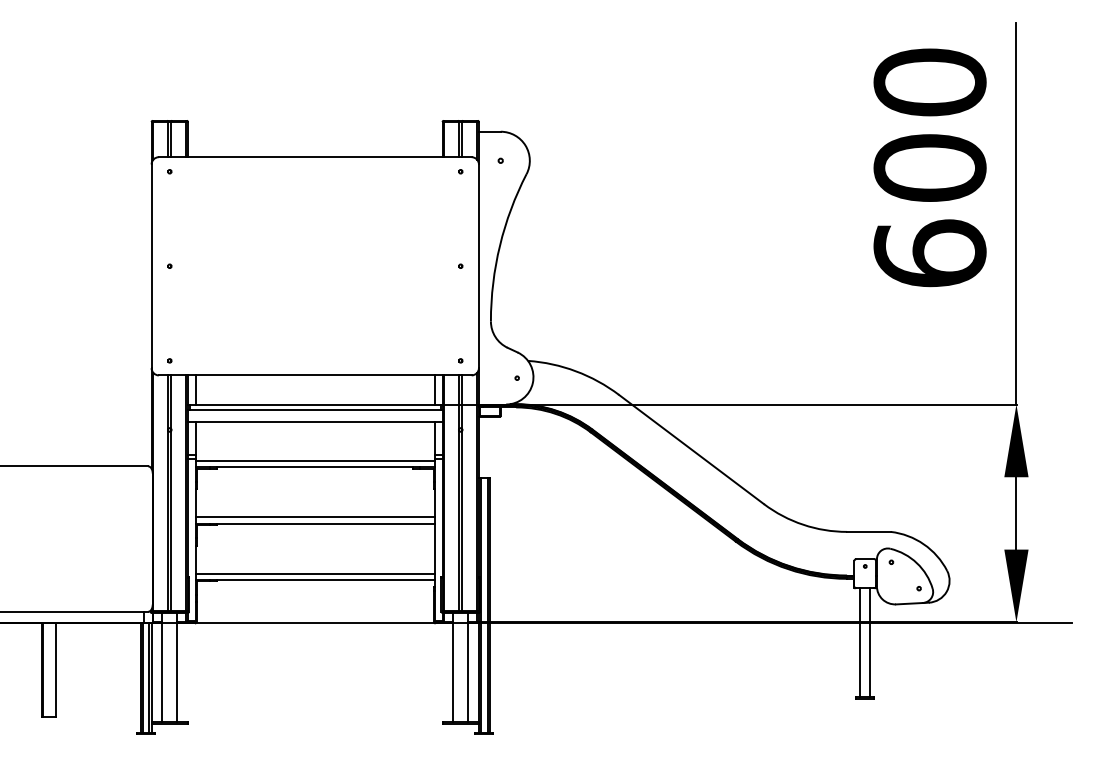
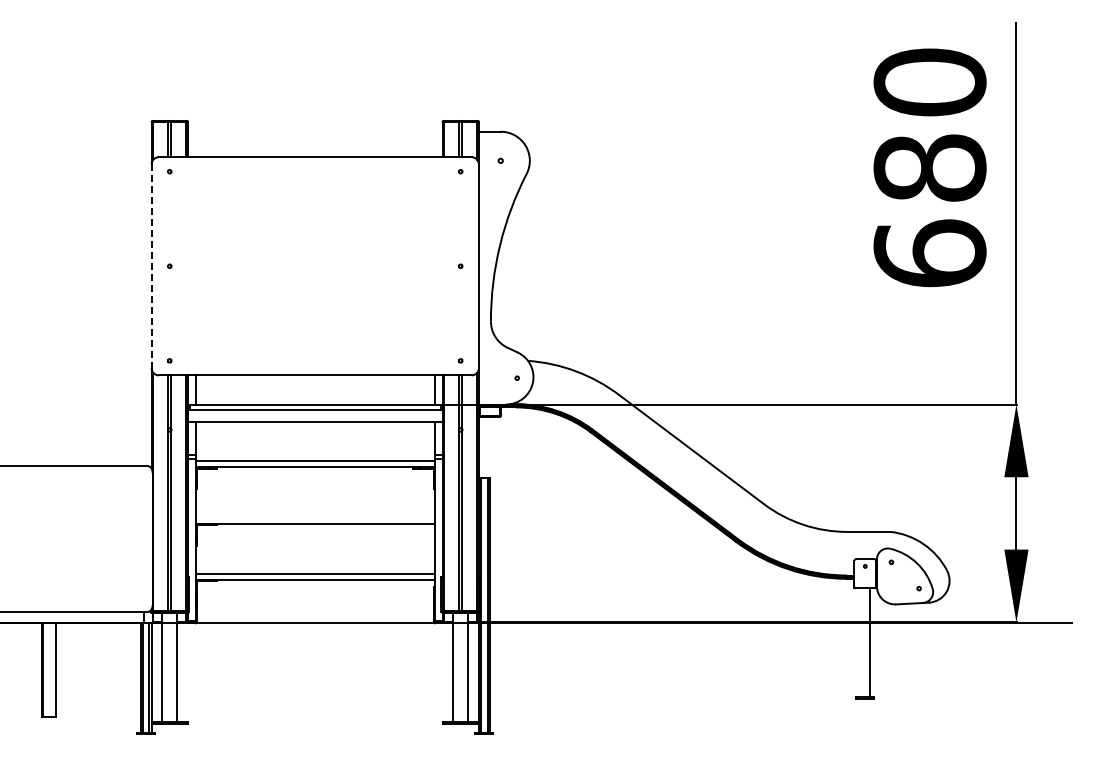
text at (930, 167): 600 -> 680
line at (151, 266): solid -> dashed
line at (314, 517): present -> none
line at (860, 642): present -> none
